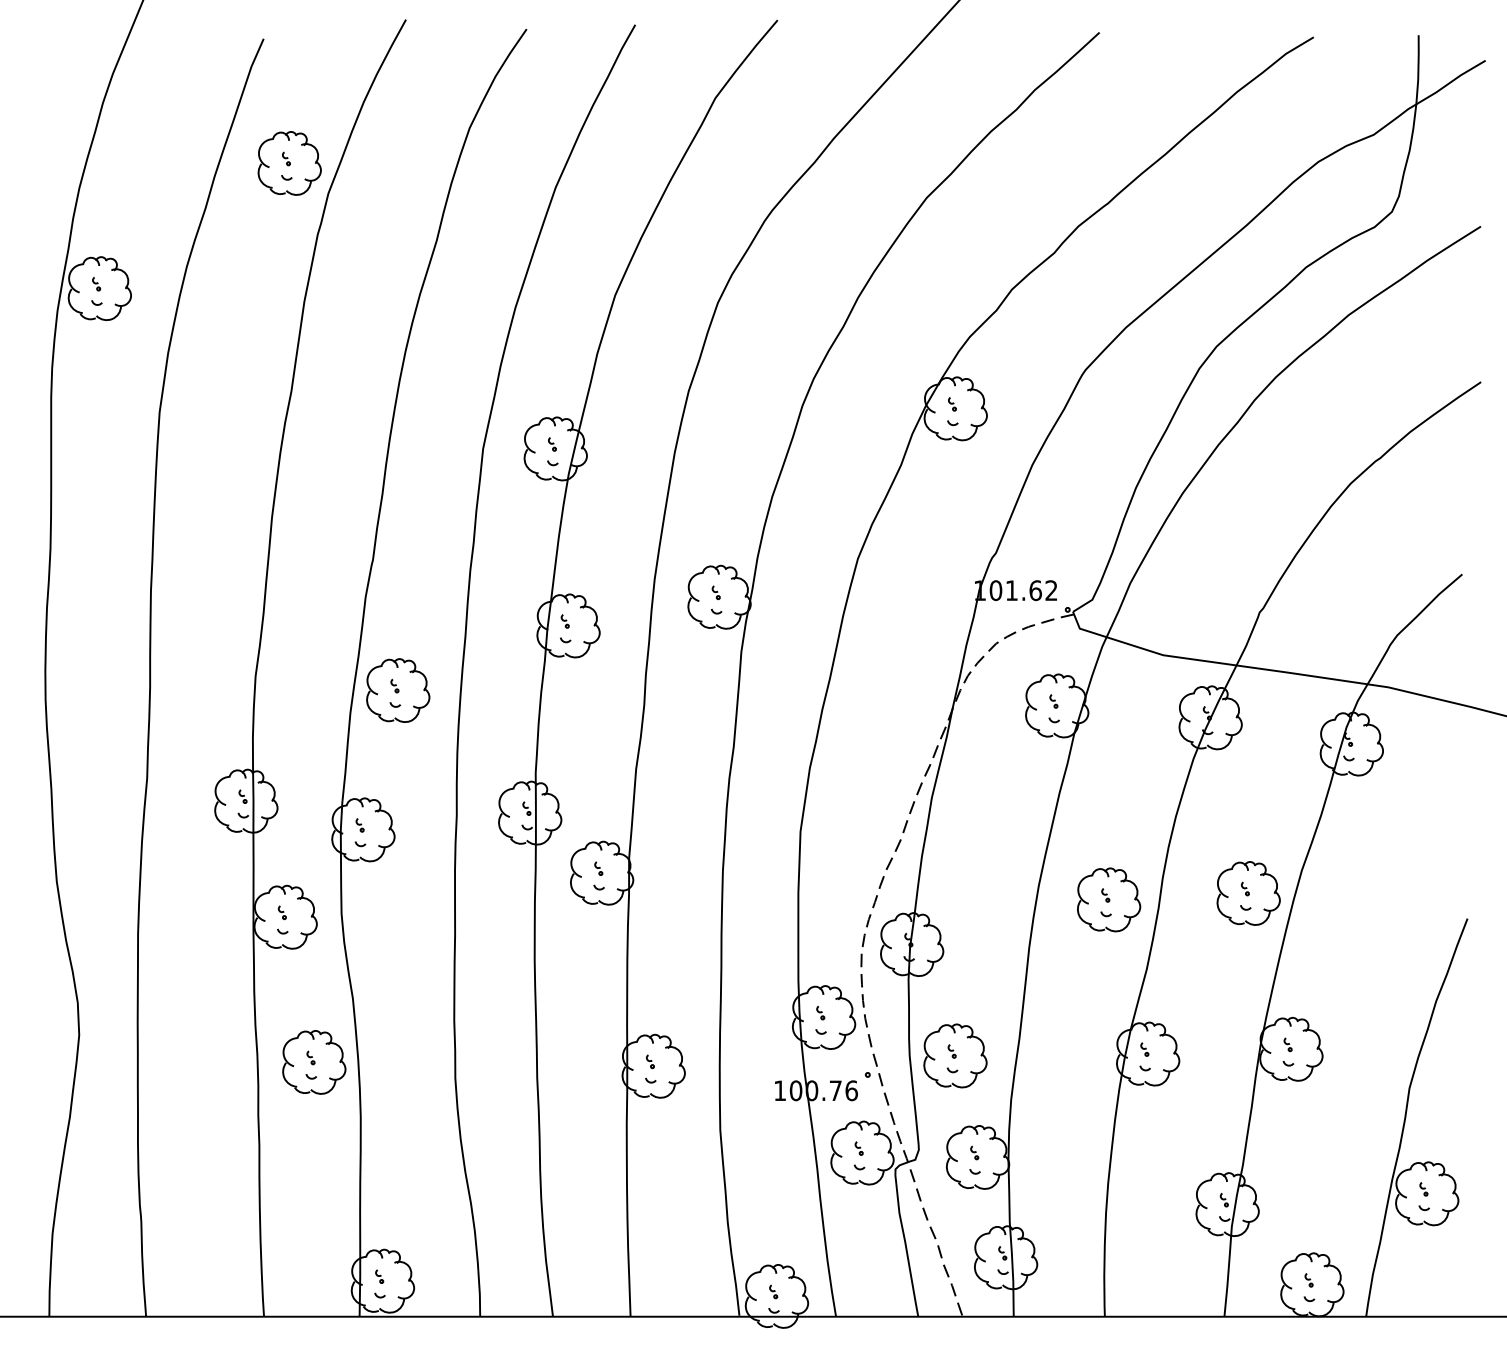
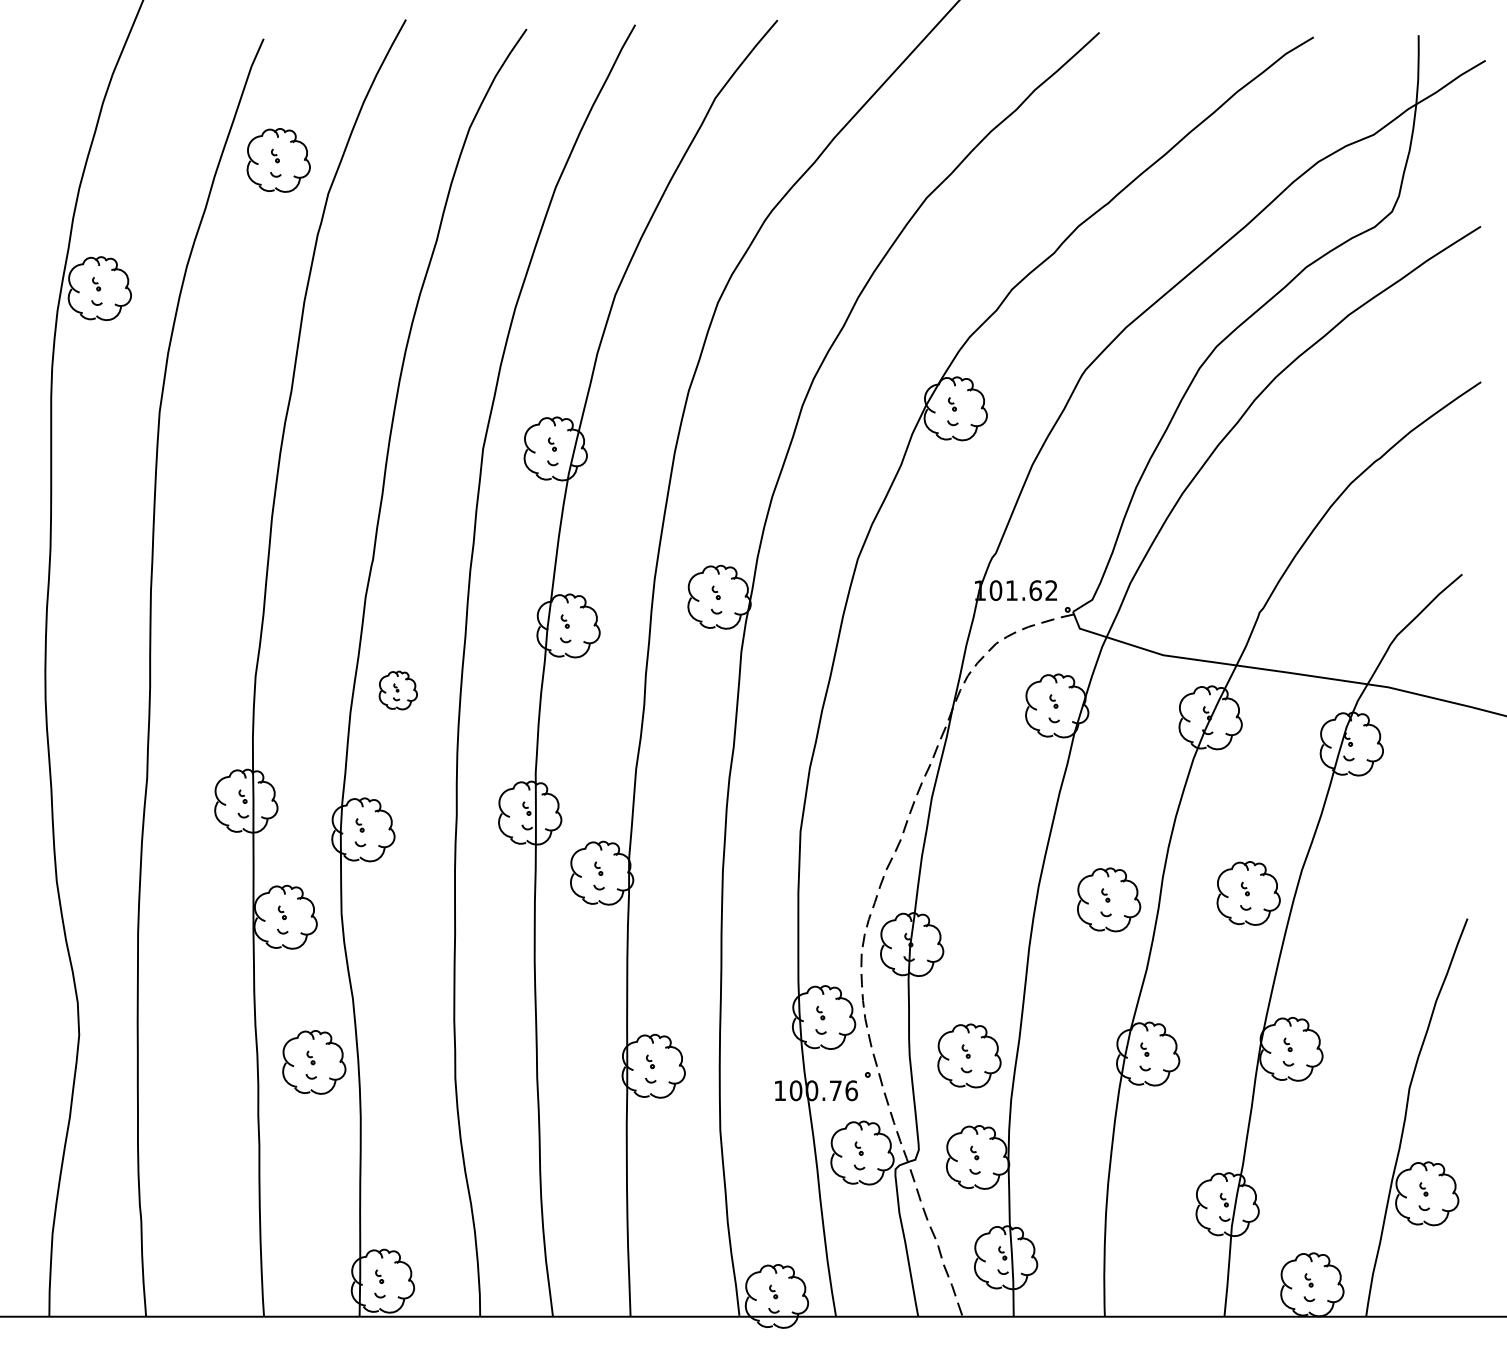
part at (289, 163) position: (289, 163) -> (278, 160)
part at (398, 690) size: 65x65 px -> 40x41 px
part at (955, 1055) position: (955, 1055) -> (969, 1055)
